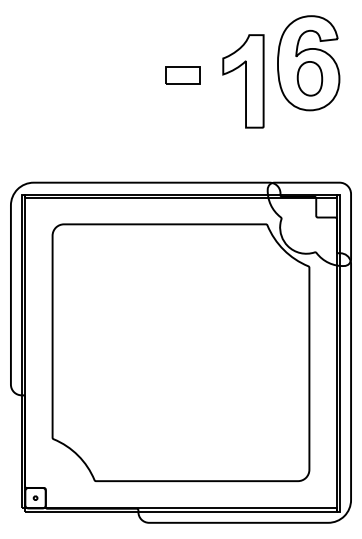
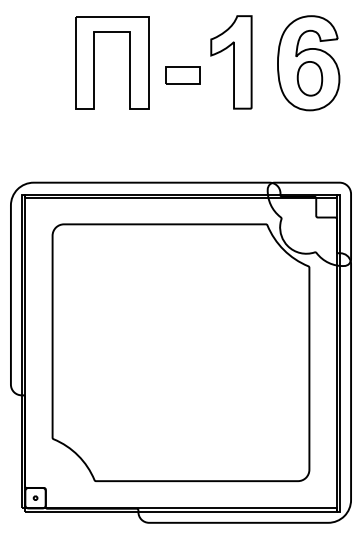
part at (129, 62): none -> present
part at (243, 81) position: (243, 81) -> (231, 62)
